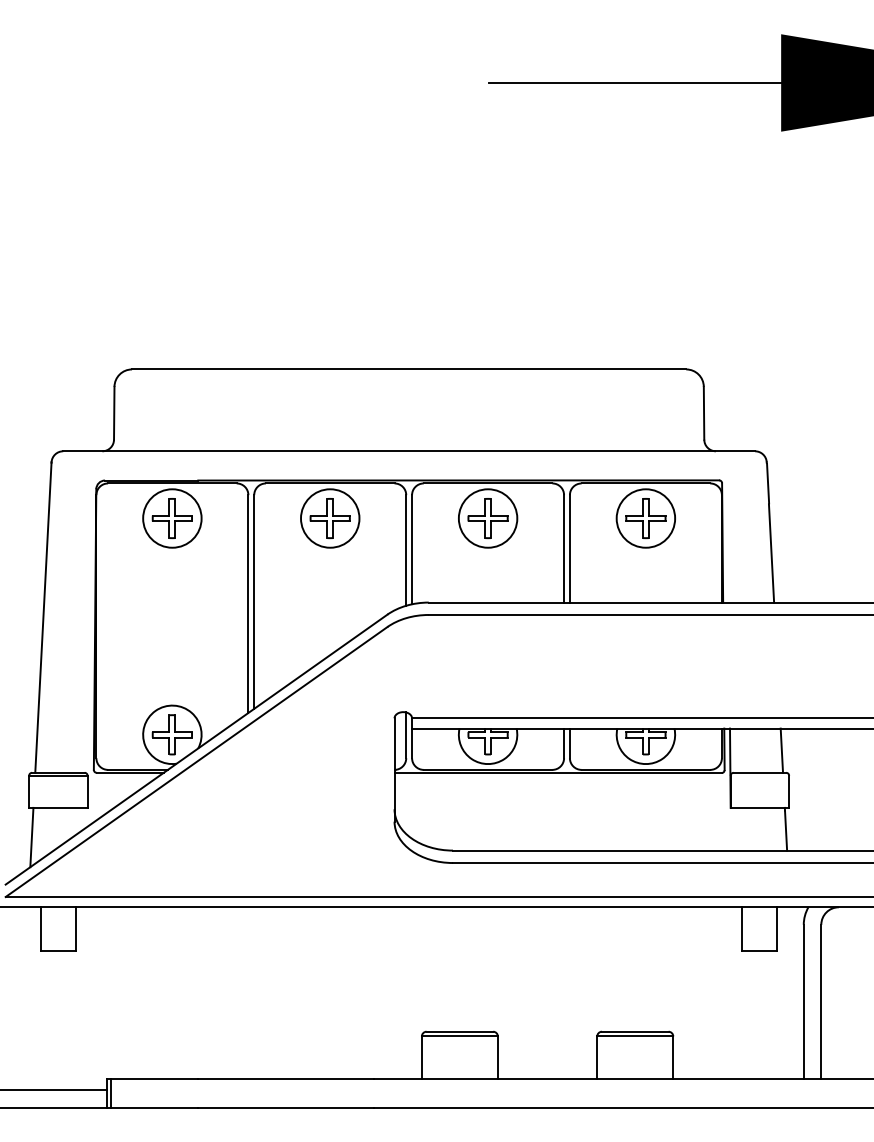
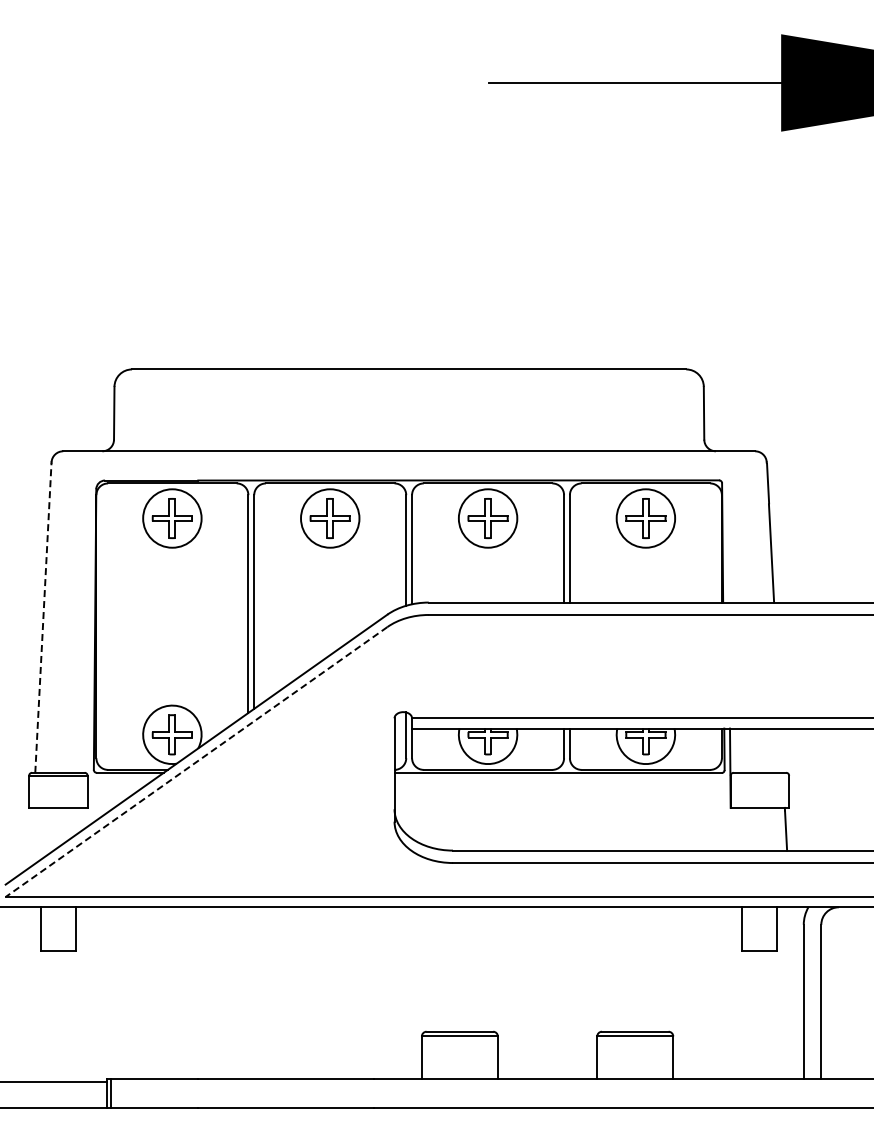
line at (43, 617): solid -> dashed
line at (781, 750): present -> none
line at (196, 762): solid -> dashed
line at (31, 837): present -> none
line at (54, 1090) position: (54, 1090) -> (54, 1082)
